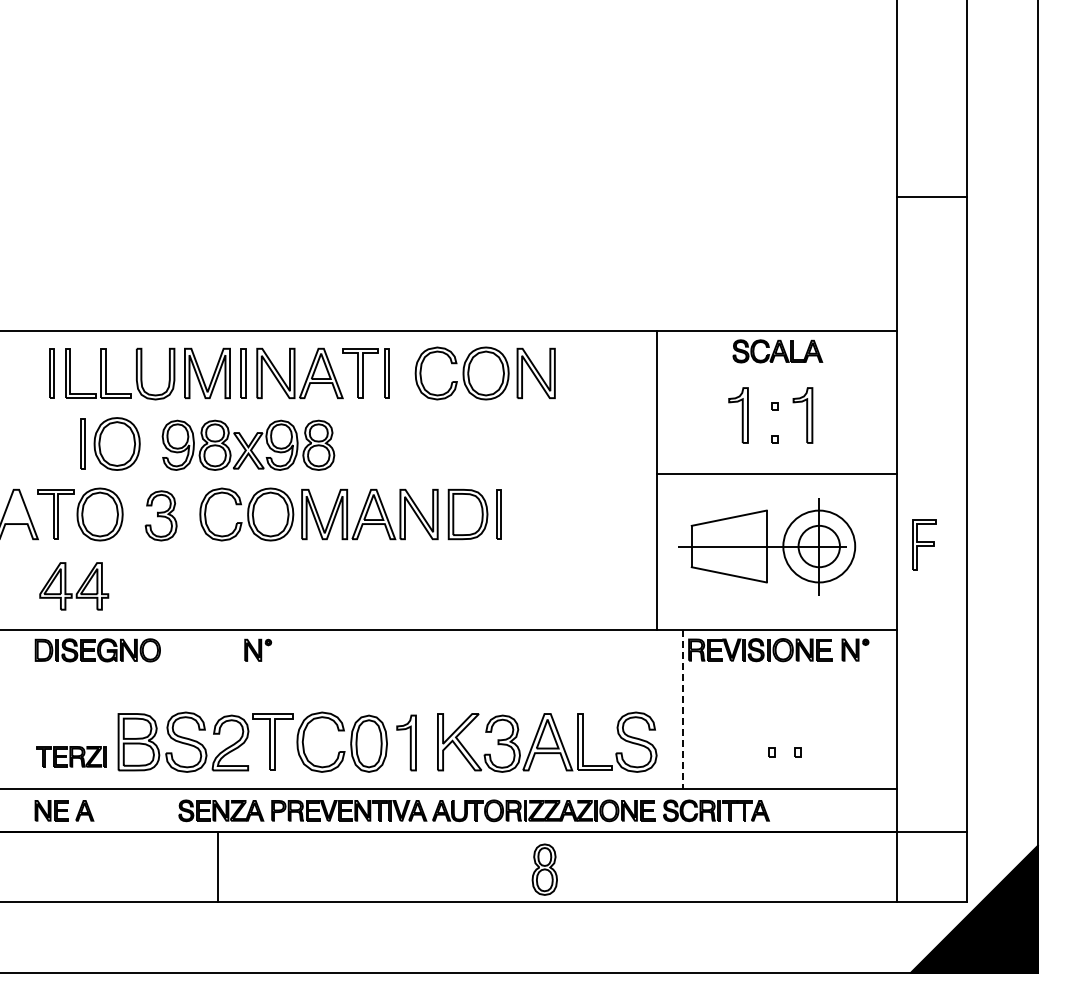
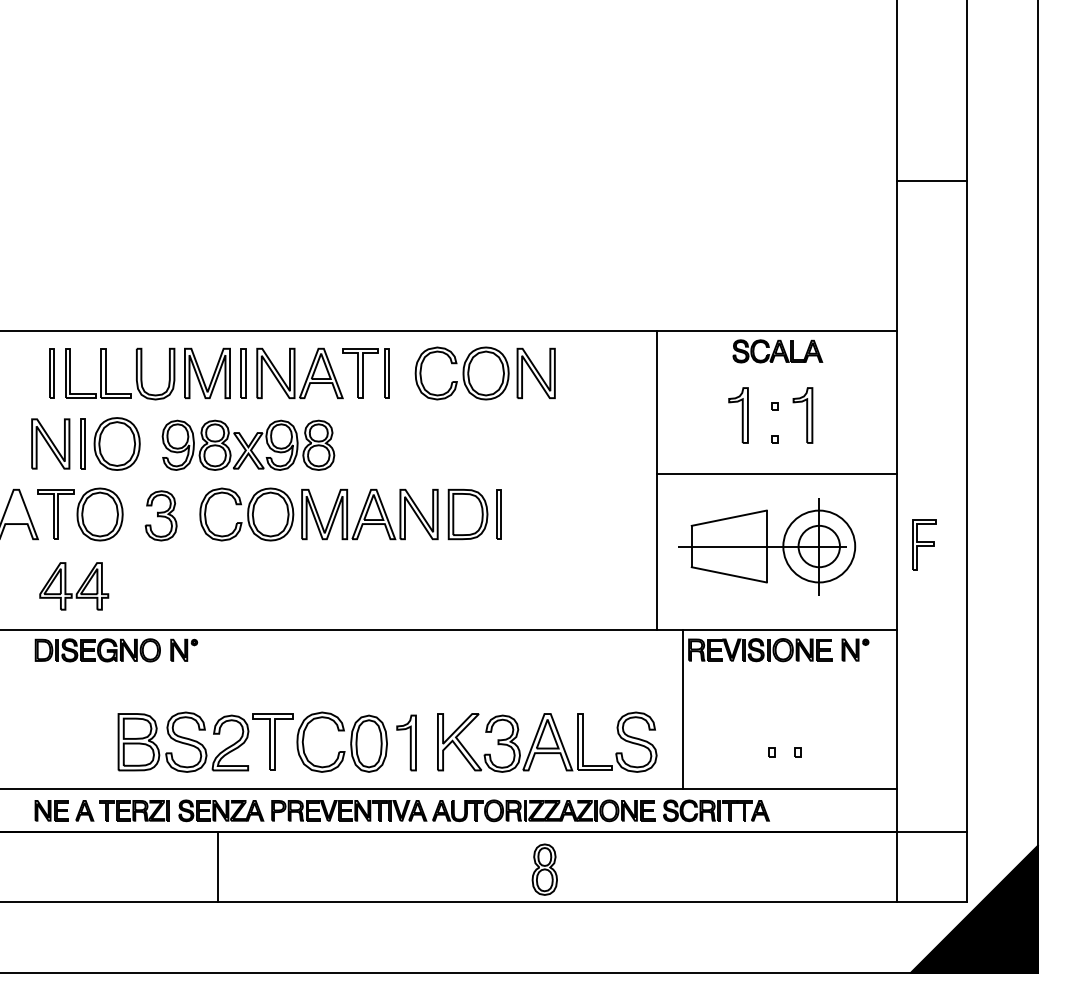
line at (931, 196) position: (931, 196) -> (931, 180)
part at (50, 443): none -> present
part at (258, 649) position: (258, 649) -> (184, 649)
line at (682, 709): dashed -> solid
part at (71, 756) position: (71, 756) -> (134, 810)
